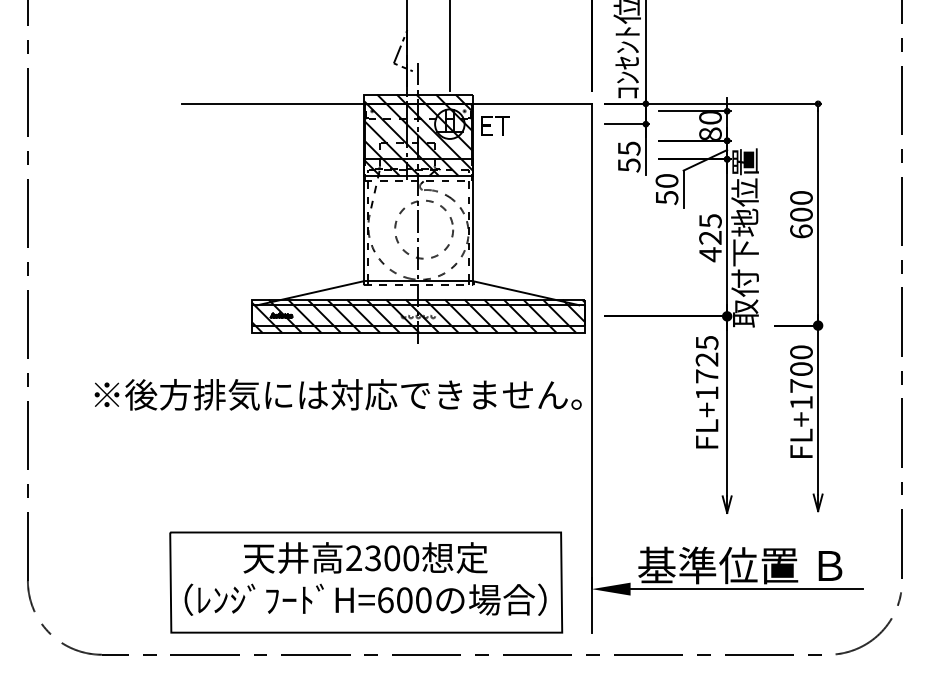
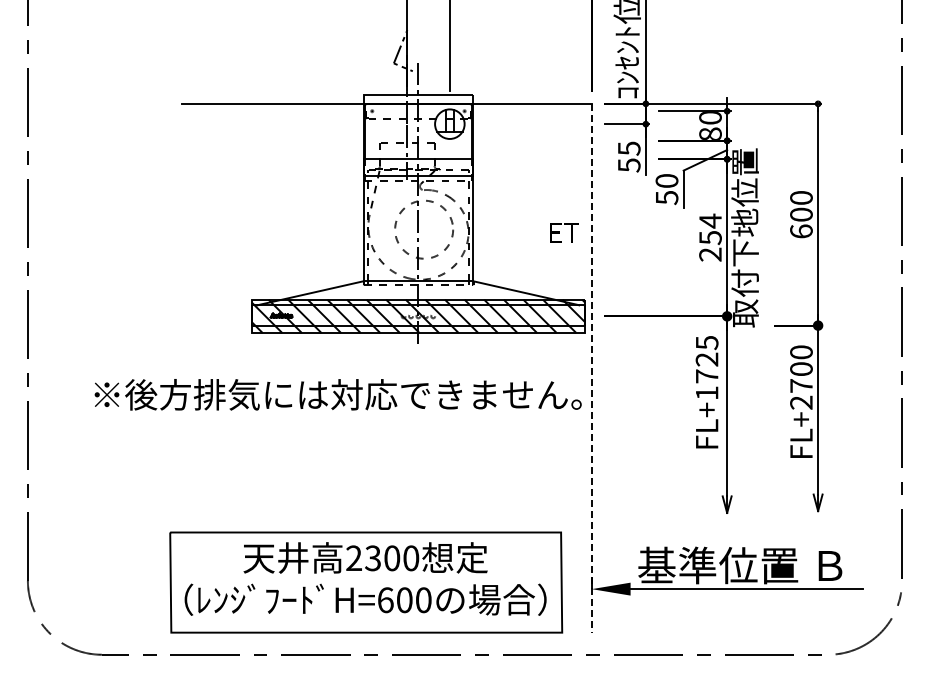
text at (495, 125) position: (495, 125) -> (564, 232)
hatch at (417, 134): present -> none
text at (710, 237): 425 -> 254
line at (591, 368): solid -> dashed
text at (801, 402): FL+1700 -> FL+2700
